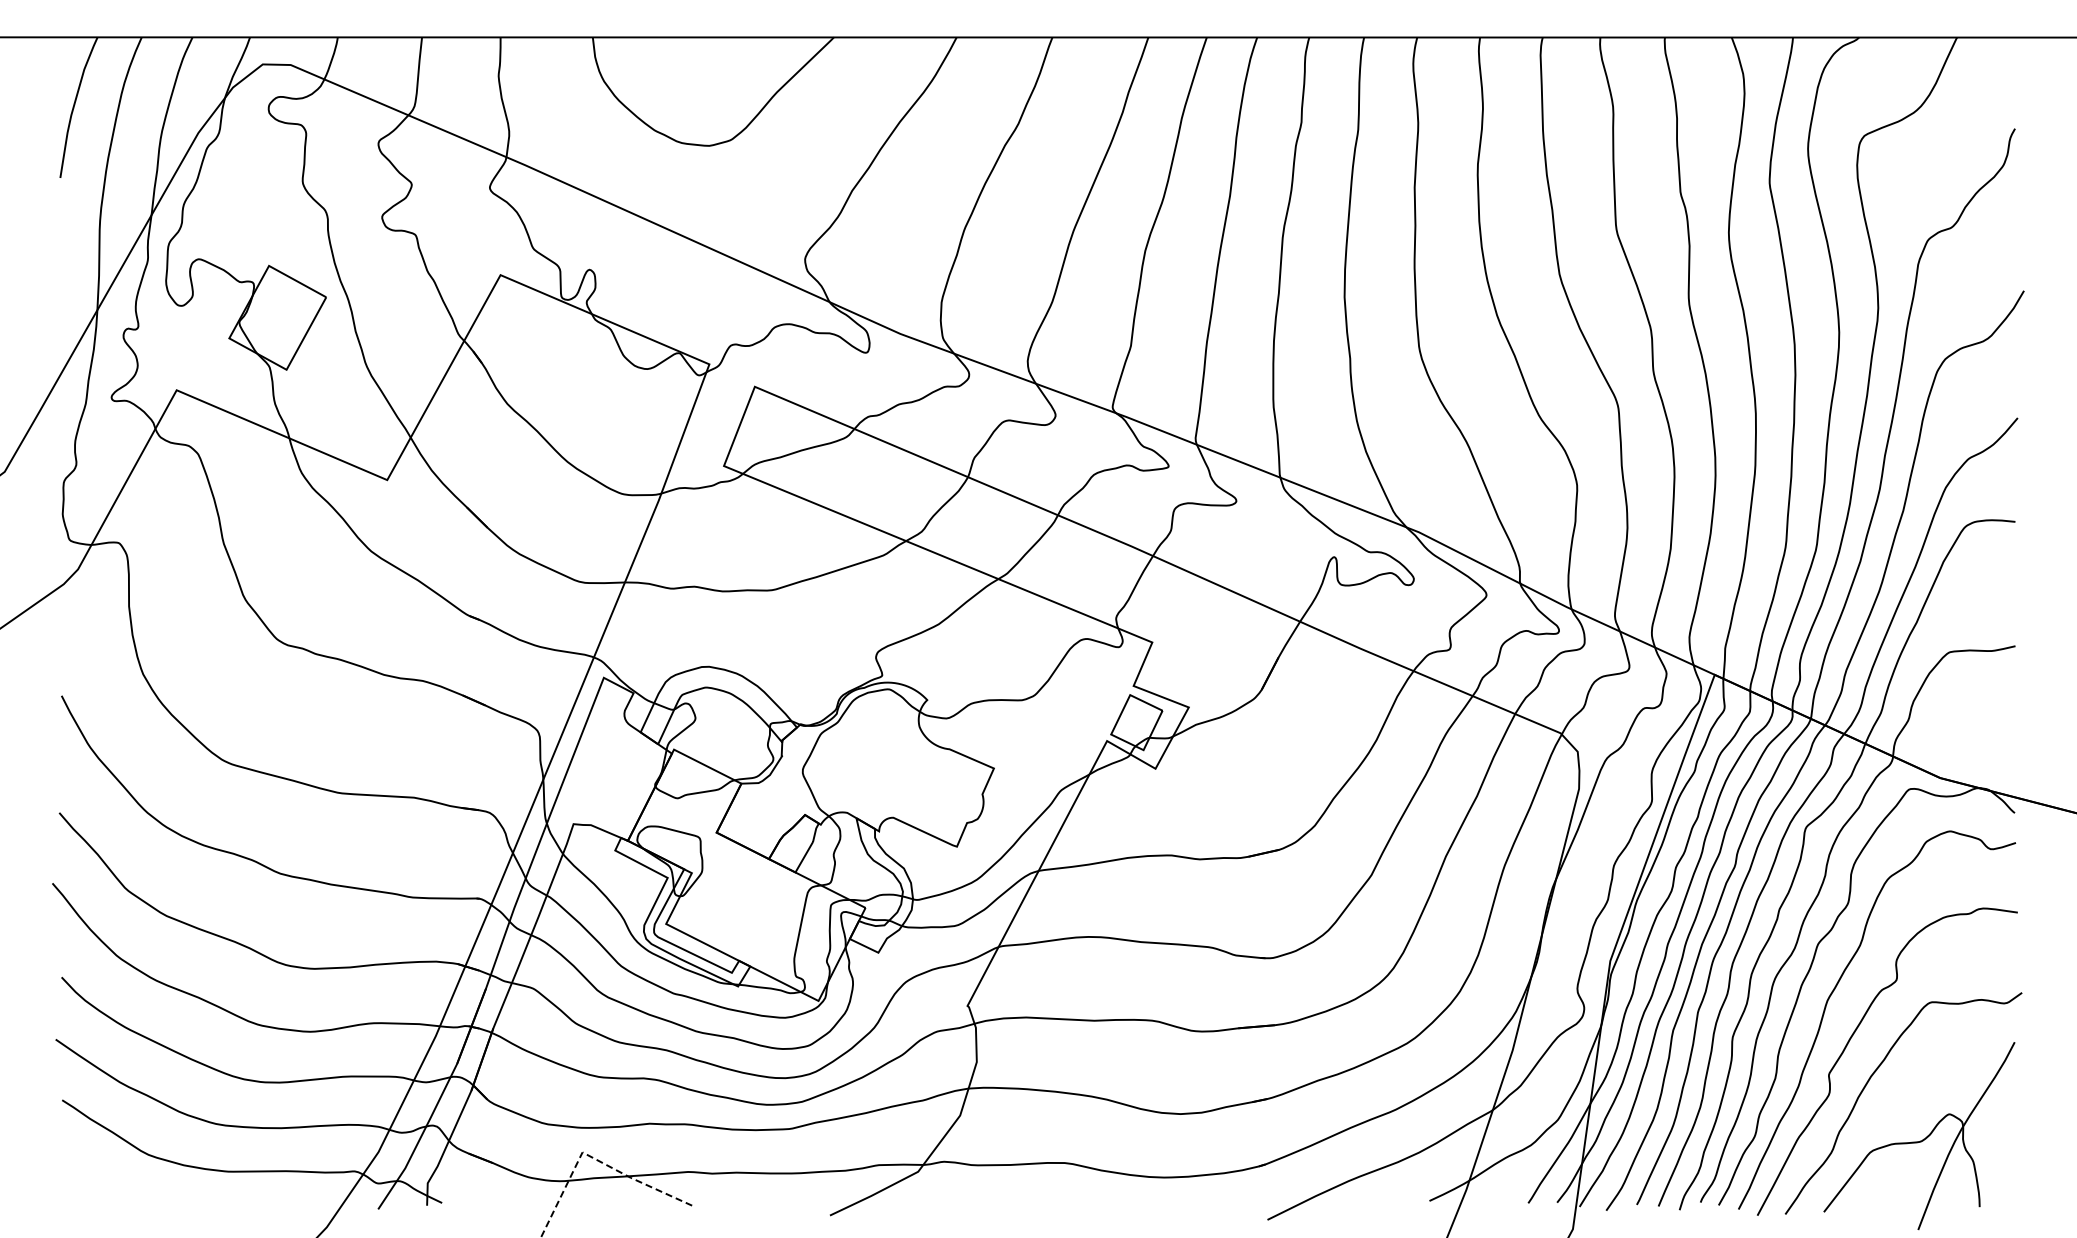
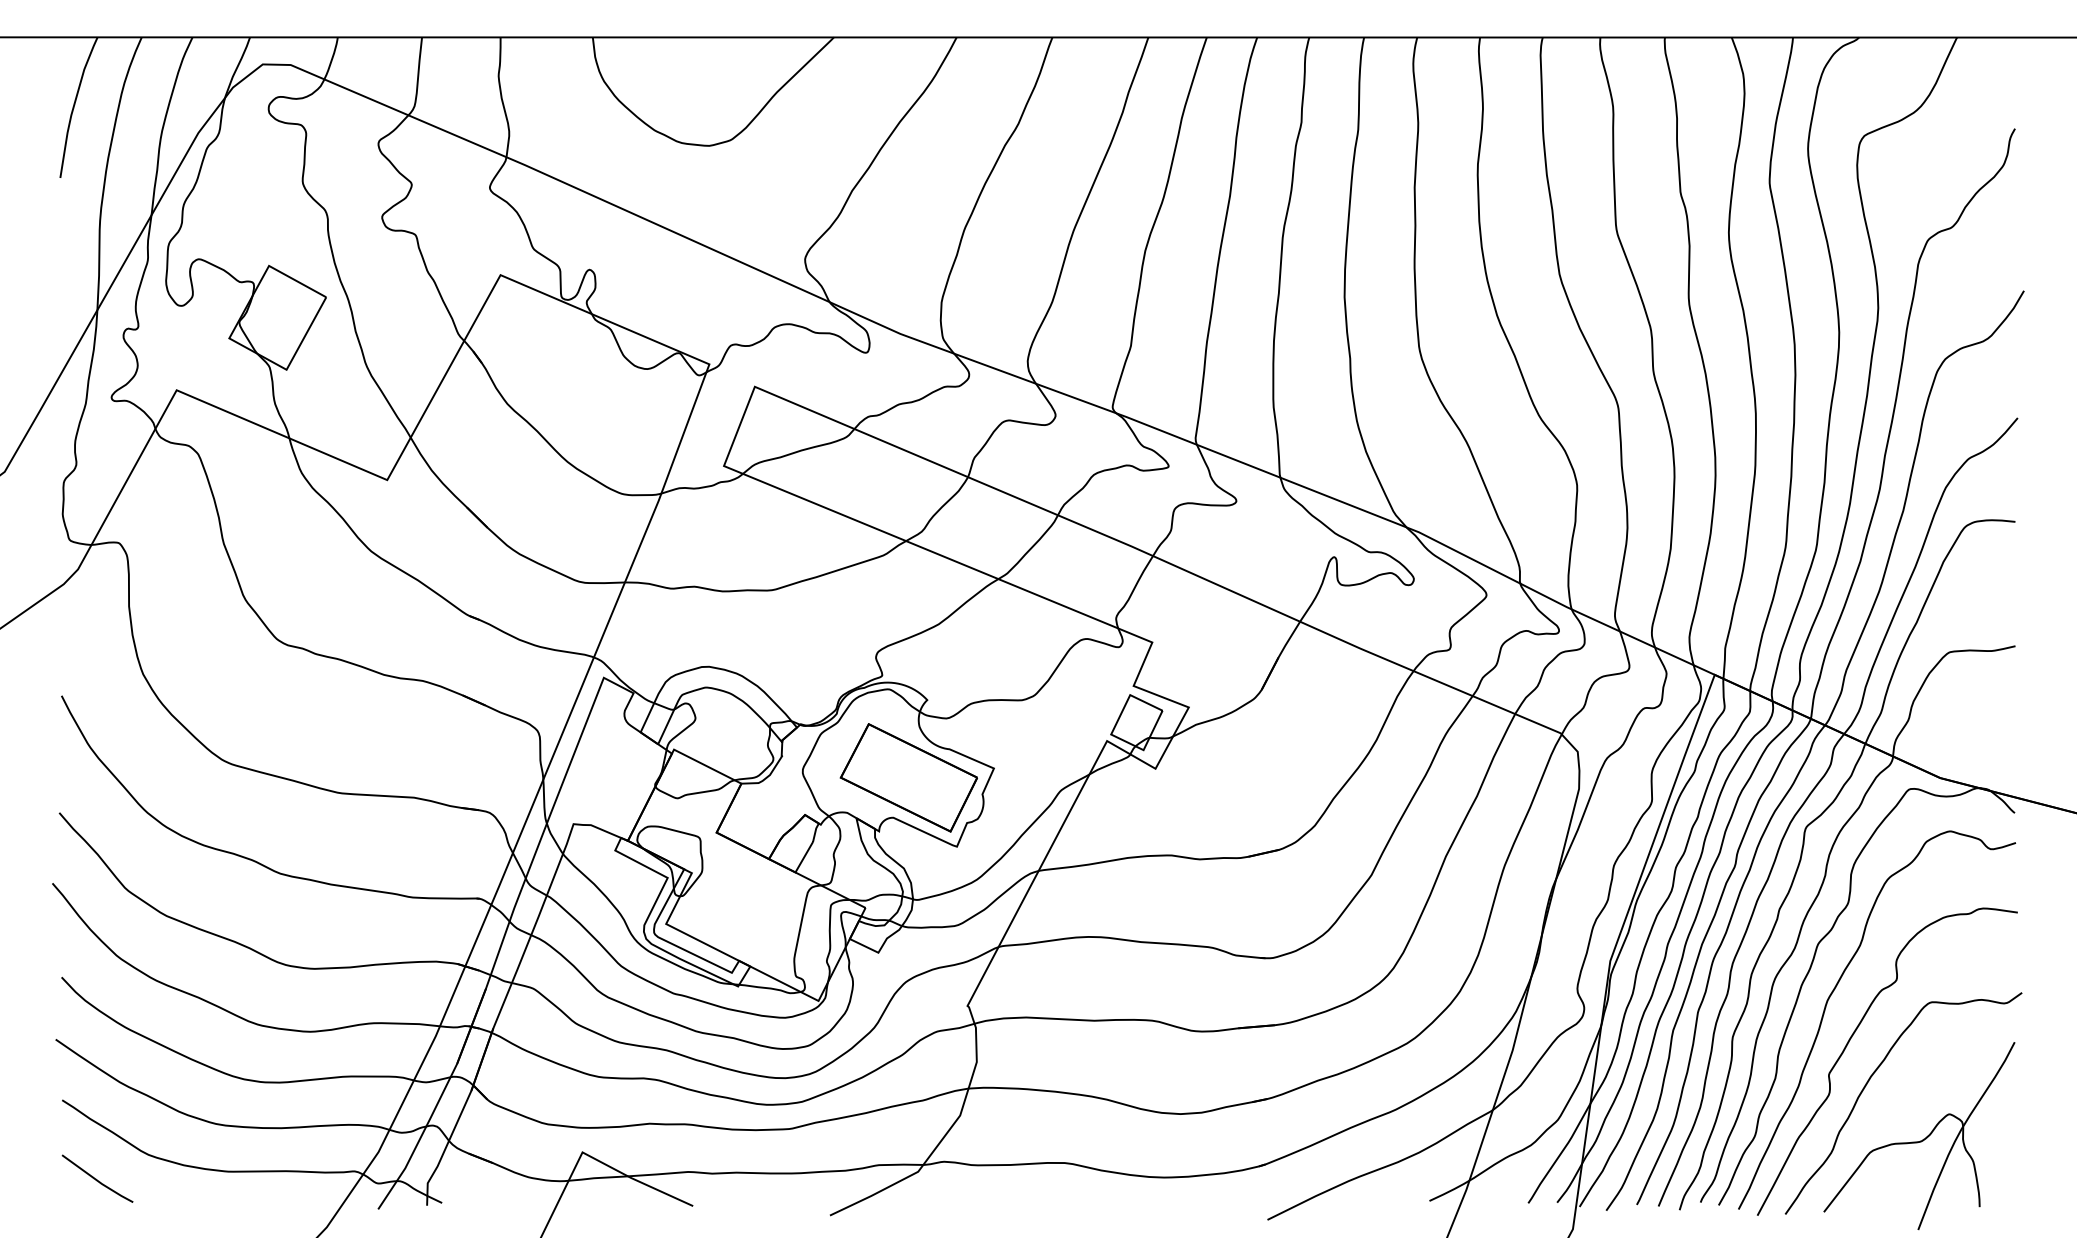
part at (908, 777): none -> present
line at (594, 1158): dashed -> solid
line at (96, 1178): none -> present
